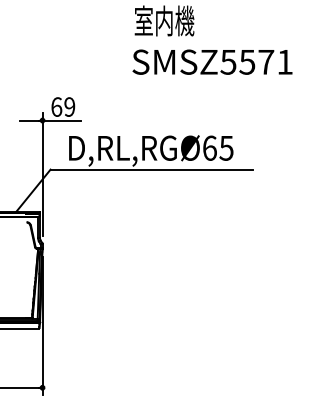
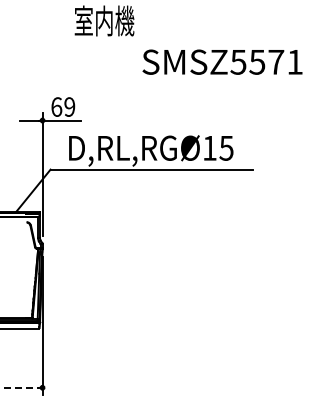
text at (164, 20) position: (164, 20) -> (104, 20)
text at (212, 61) position: (212, 61) -> (222, 61)
text at (209, 147): D,RL,RGØ65 -> D,RL,RGØ15
line at (19, 387): solid -> dashed
